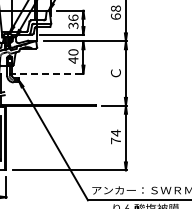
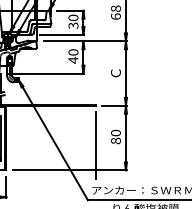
text at (73, 17): 36 -> 30
line at (46, 73): dashed -> solid
text at (115, 136): 74 -> 80
line at (95, 145): none -> present
